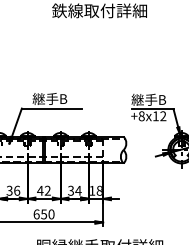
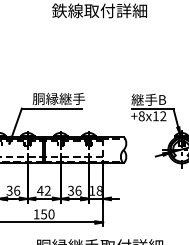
text at (58, 99): 継手B -> 胴縁継手
text at (78, 190): 34 -> 36
text at (36, 214): 650 -> 150
